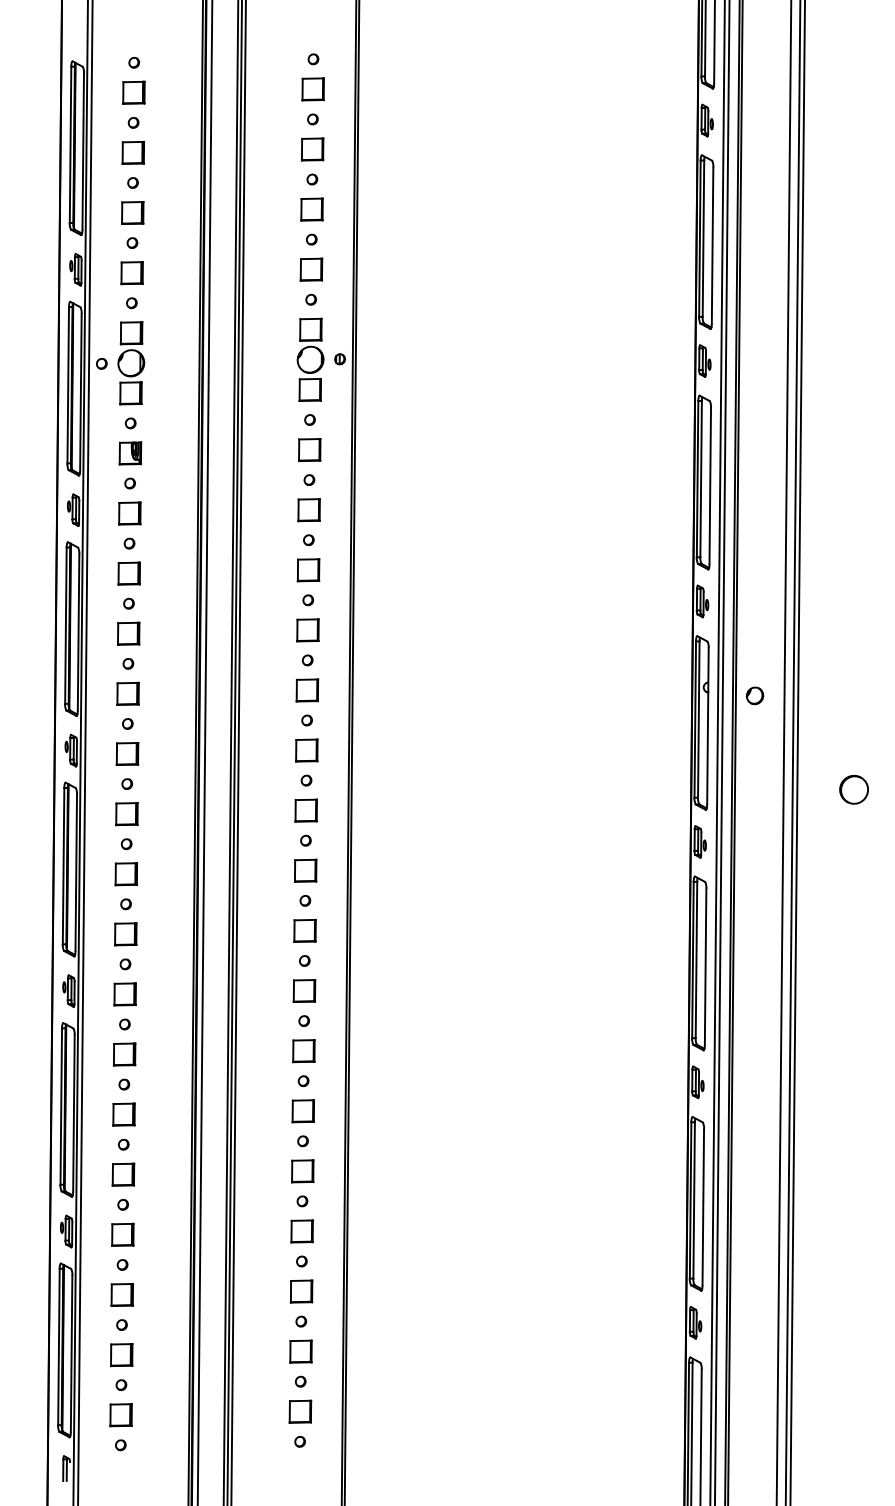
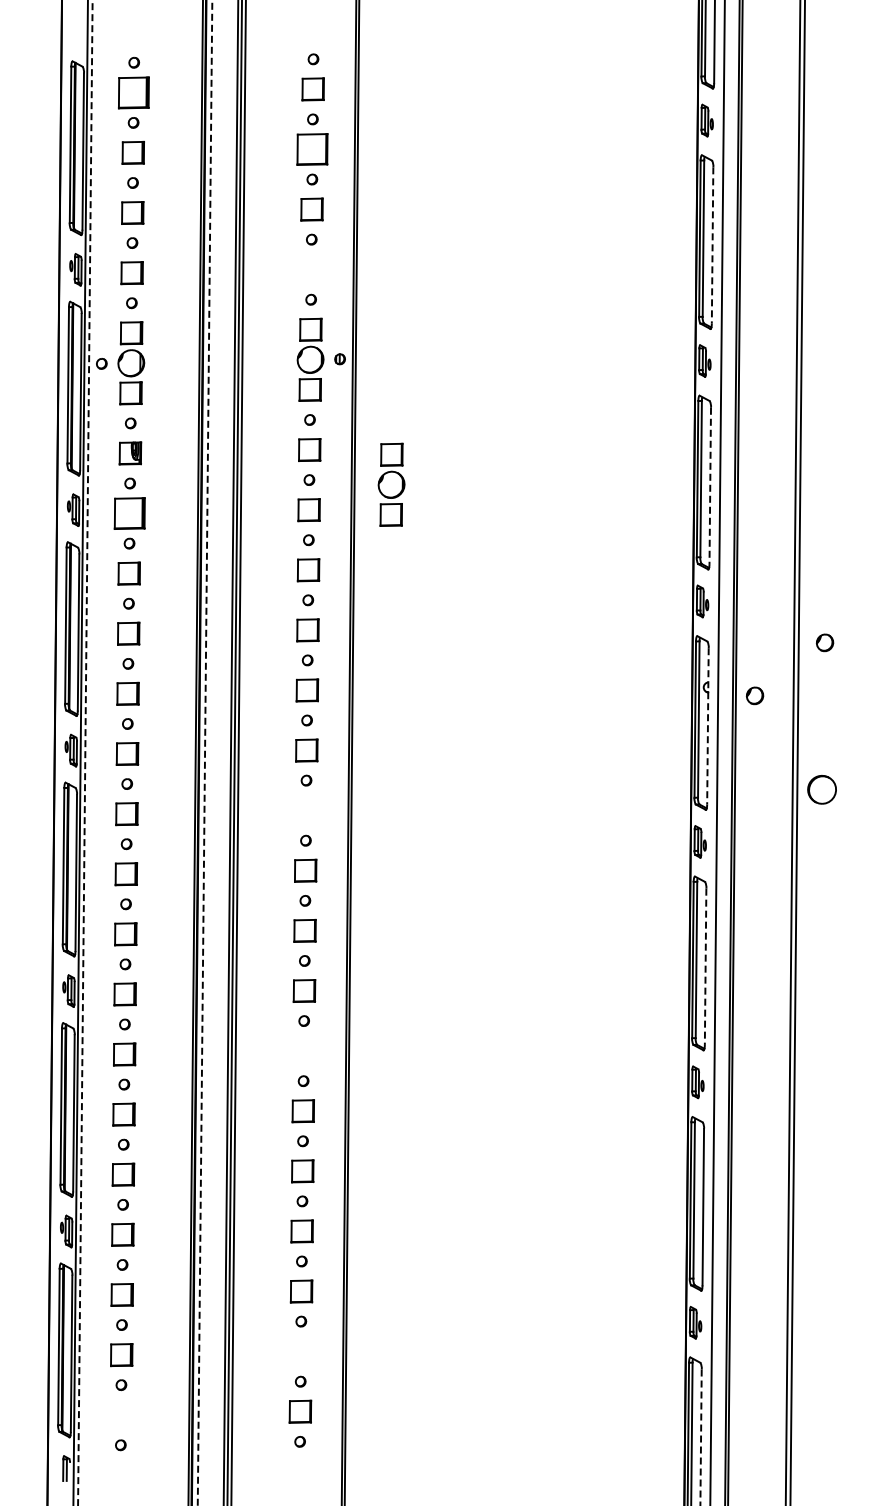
part at (133, 92) size: 24x25 px -> 32x34 px
part at (312, 149) size: 24x25 px -> 33x33 px
line at (712, 246): solid -> dashed
part at (311, 269): present -> none
part at (391, 484): none -> present
line at (710, 486): solid -> dashed
part at (129, 513) size: 24x25 px -> 33x33 px
part at (825, 642): none -> present
line at (707, 726): solid -> dashed
line at (85, 752): solid -> dashed
line at (205, 752): solid -> dashed
line at (721, 752): present -> none
line at (783, 752): present -> none
part at (853, 789) position: (853, 789) -> (821, 789)
part at (305, 810): present -> none
line at (705, 967): solid -> dashed
part at (303, 1051): present -> none
part at (300, 1351): present -> none
part at (120, 1415): present -> none
line at (701, 1438): solid -> dashed
